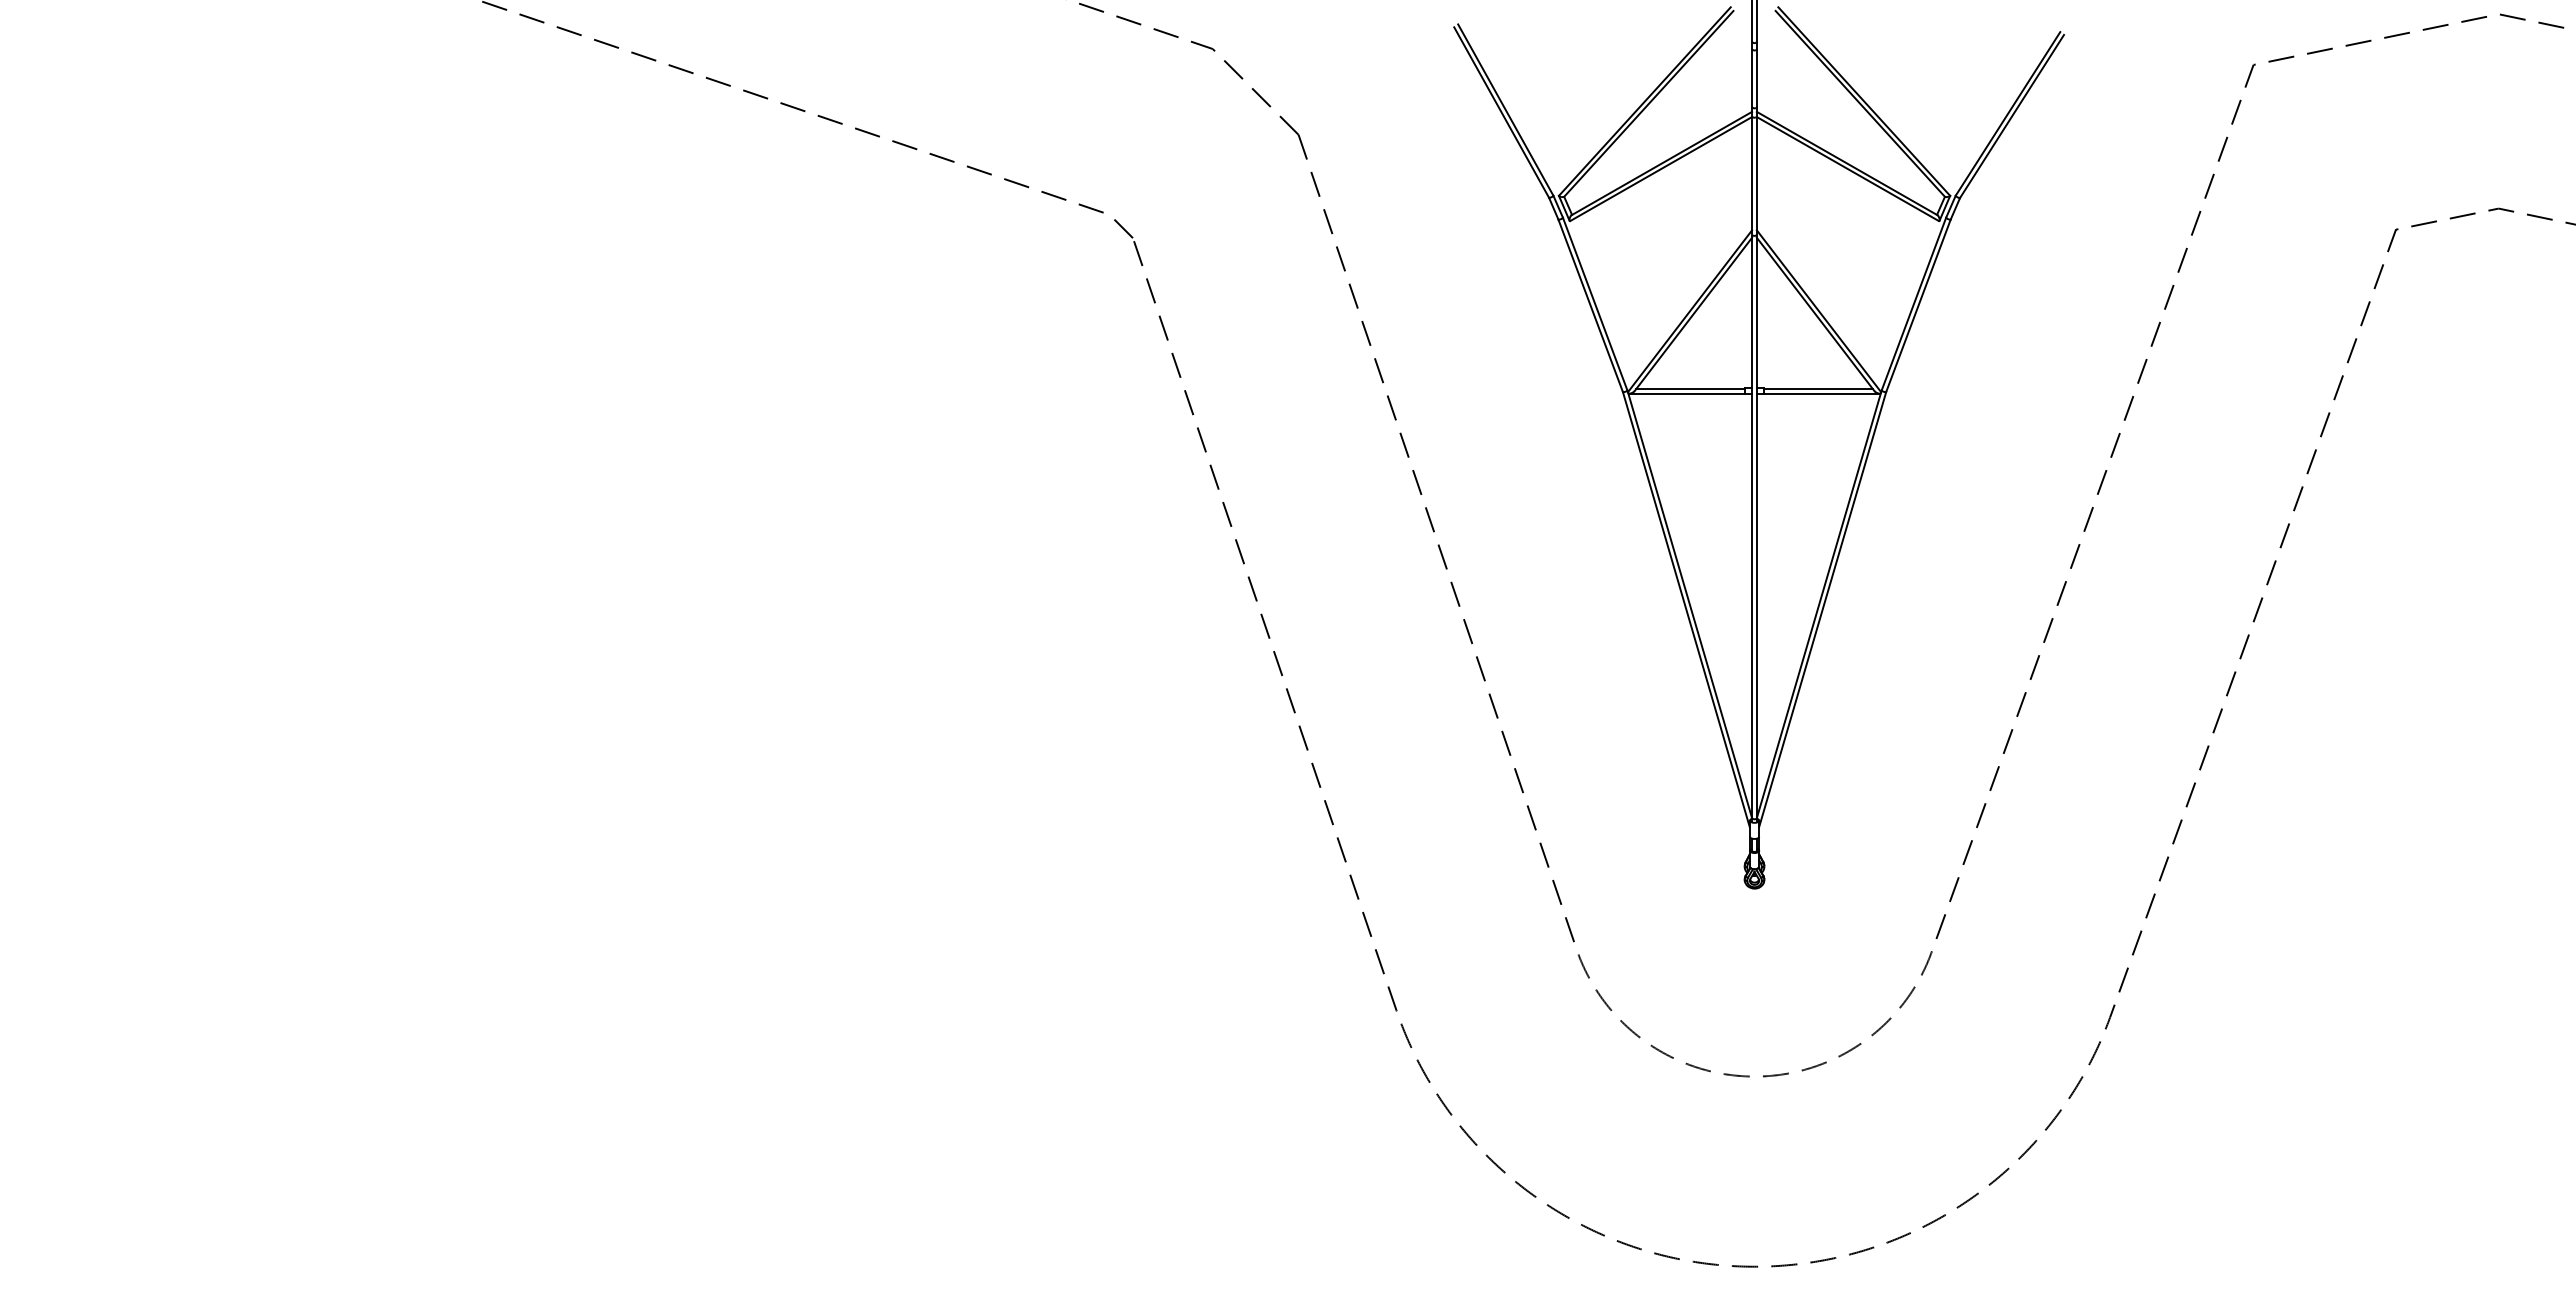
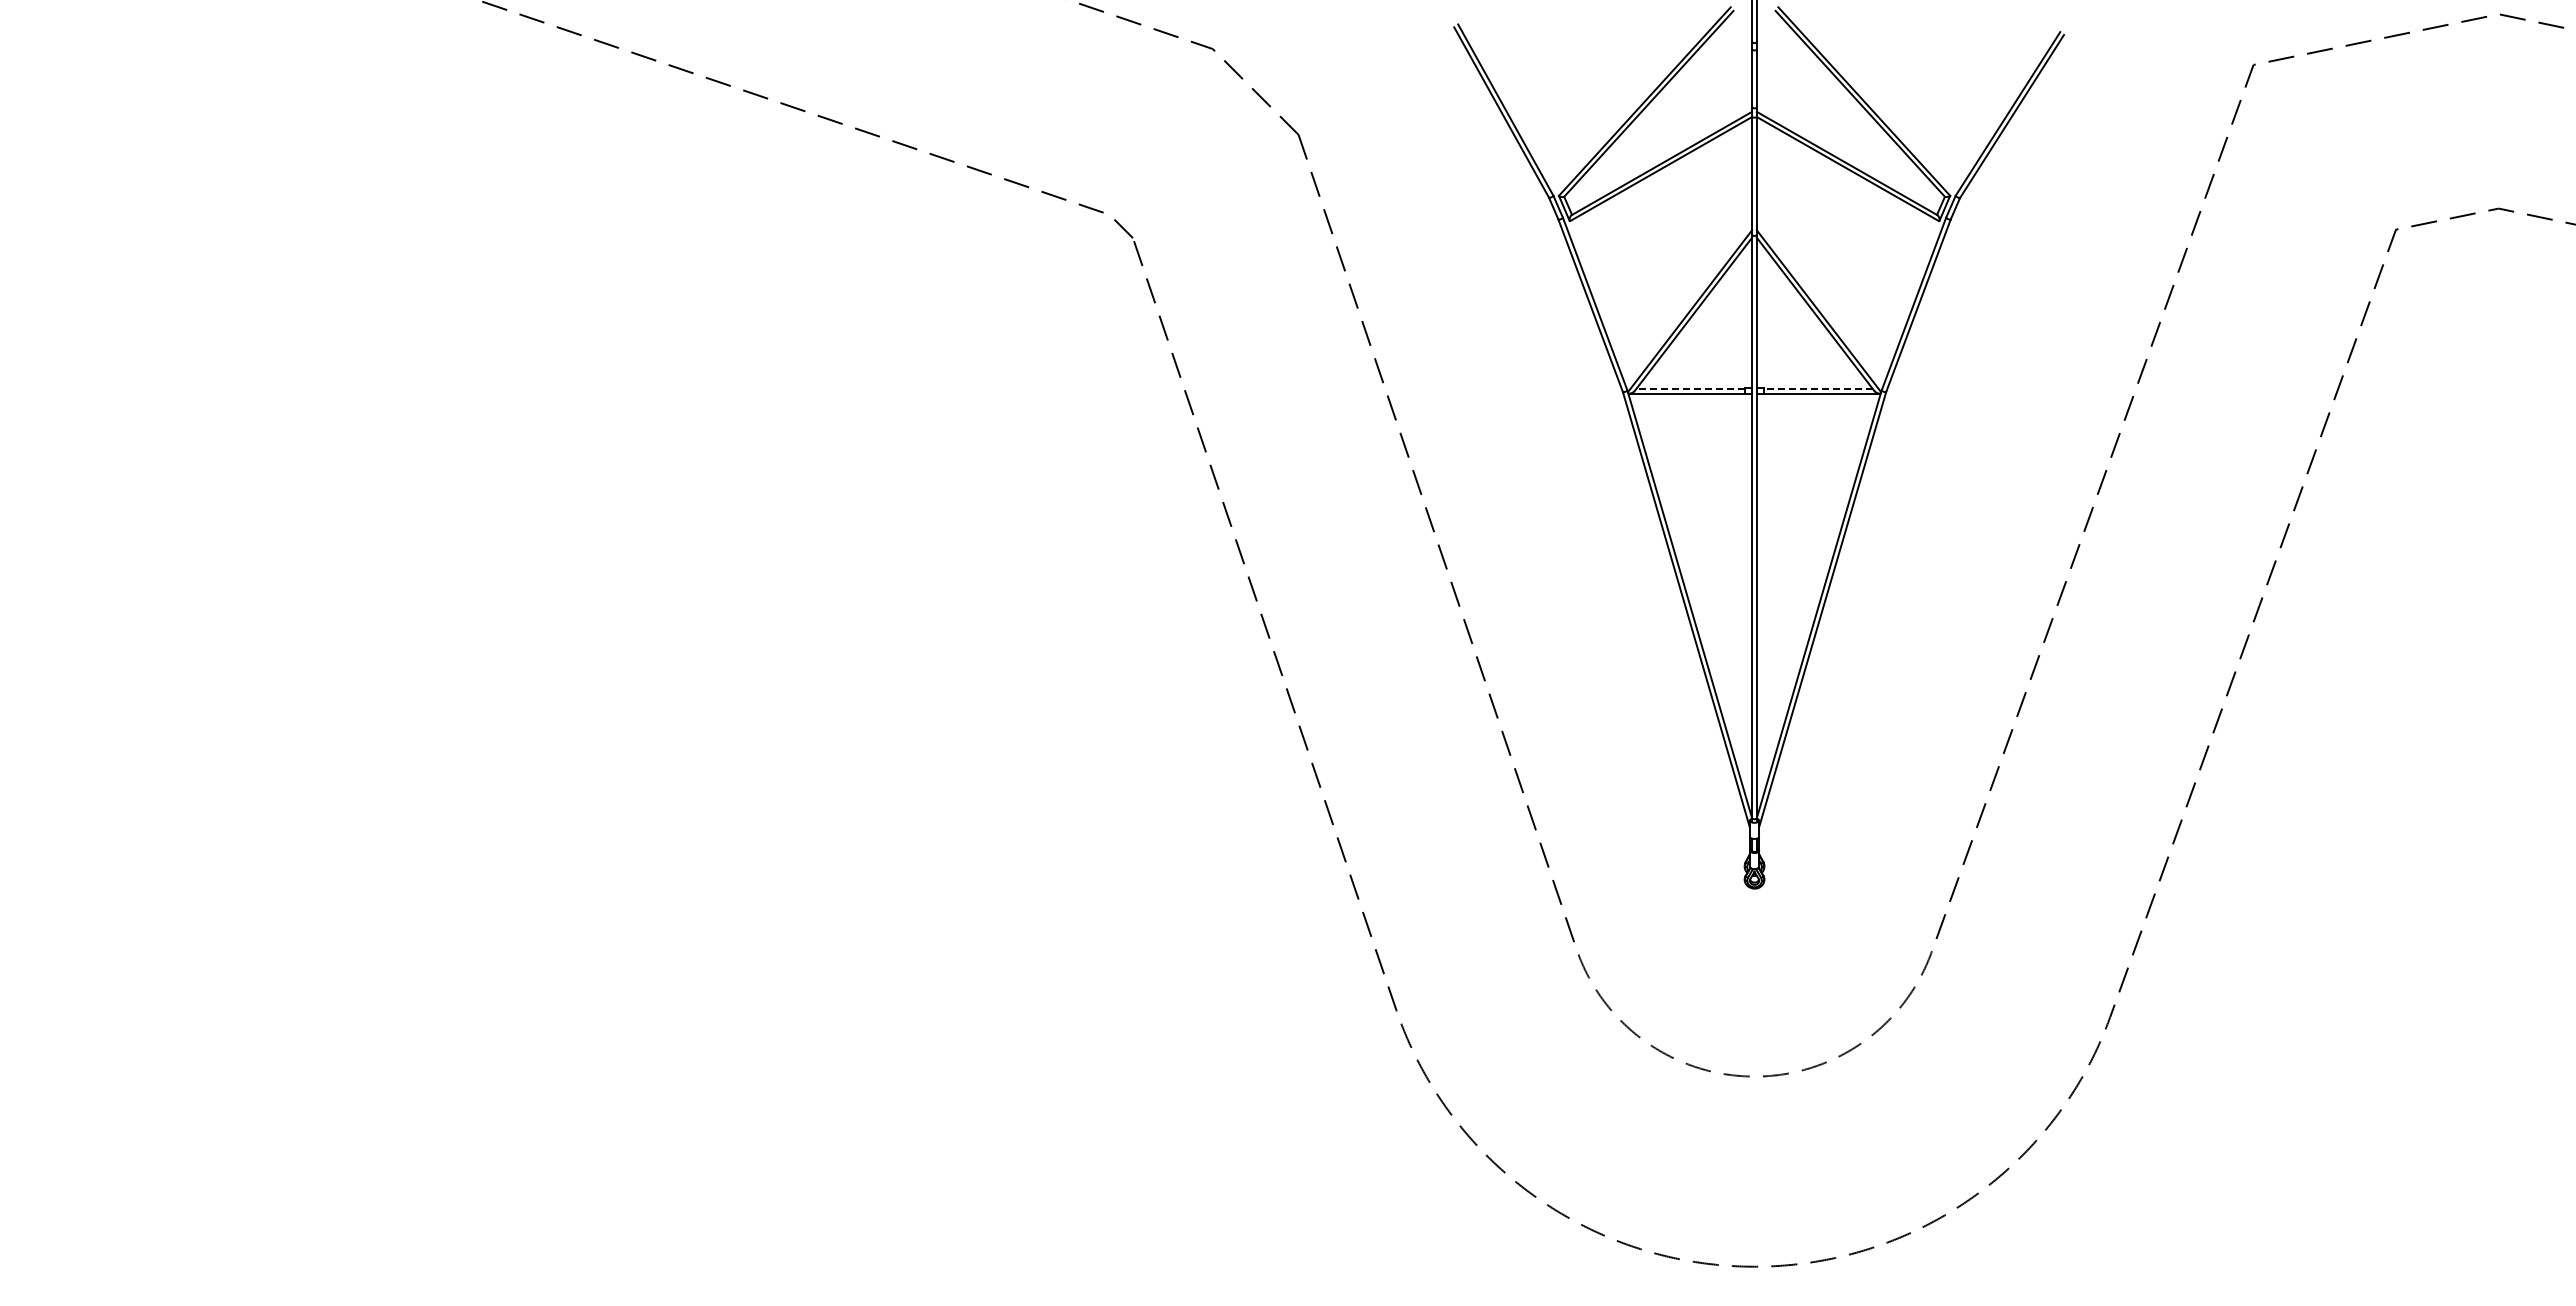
line at (1690, 389): solid -> dashed
line at (1818, 389): solid -> dashed
